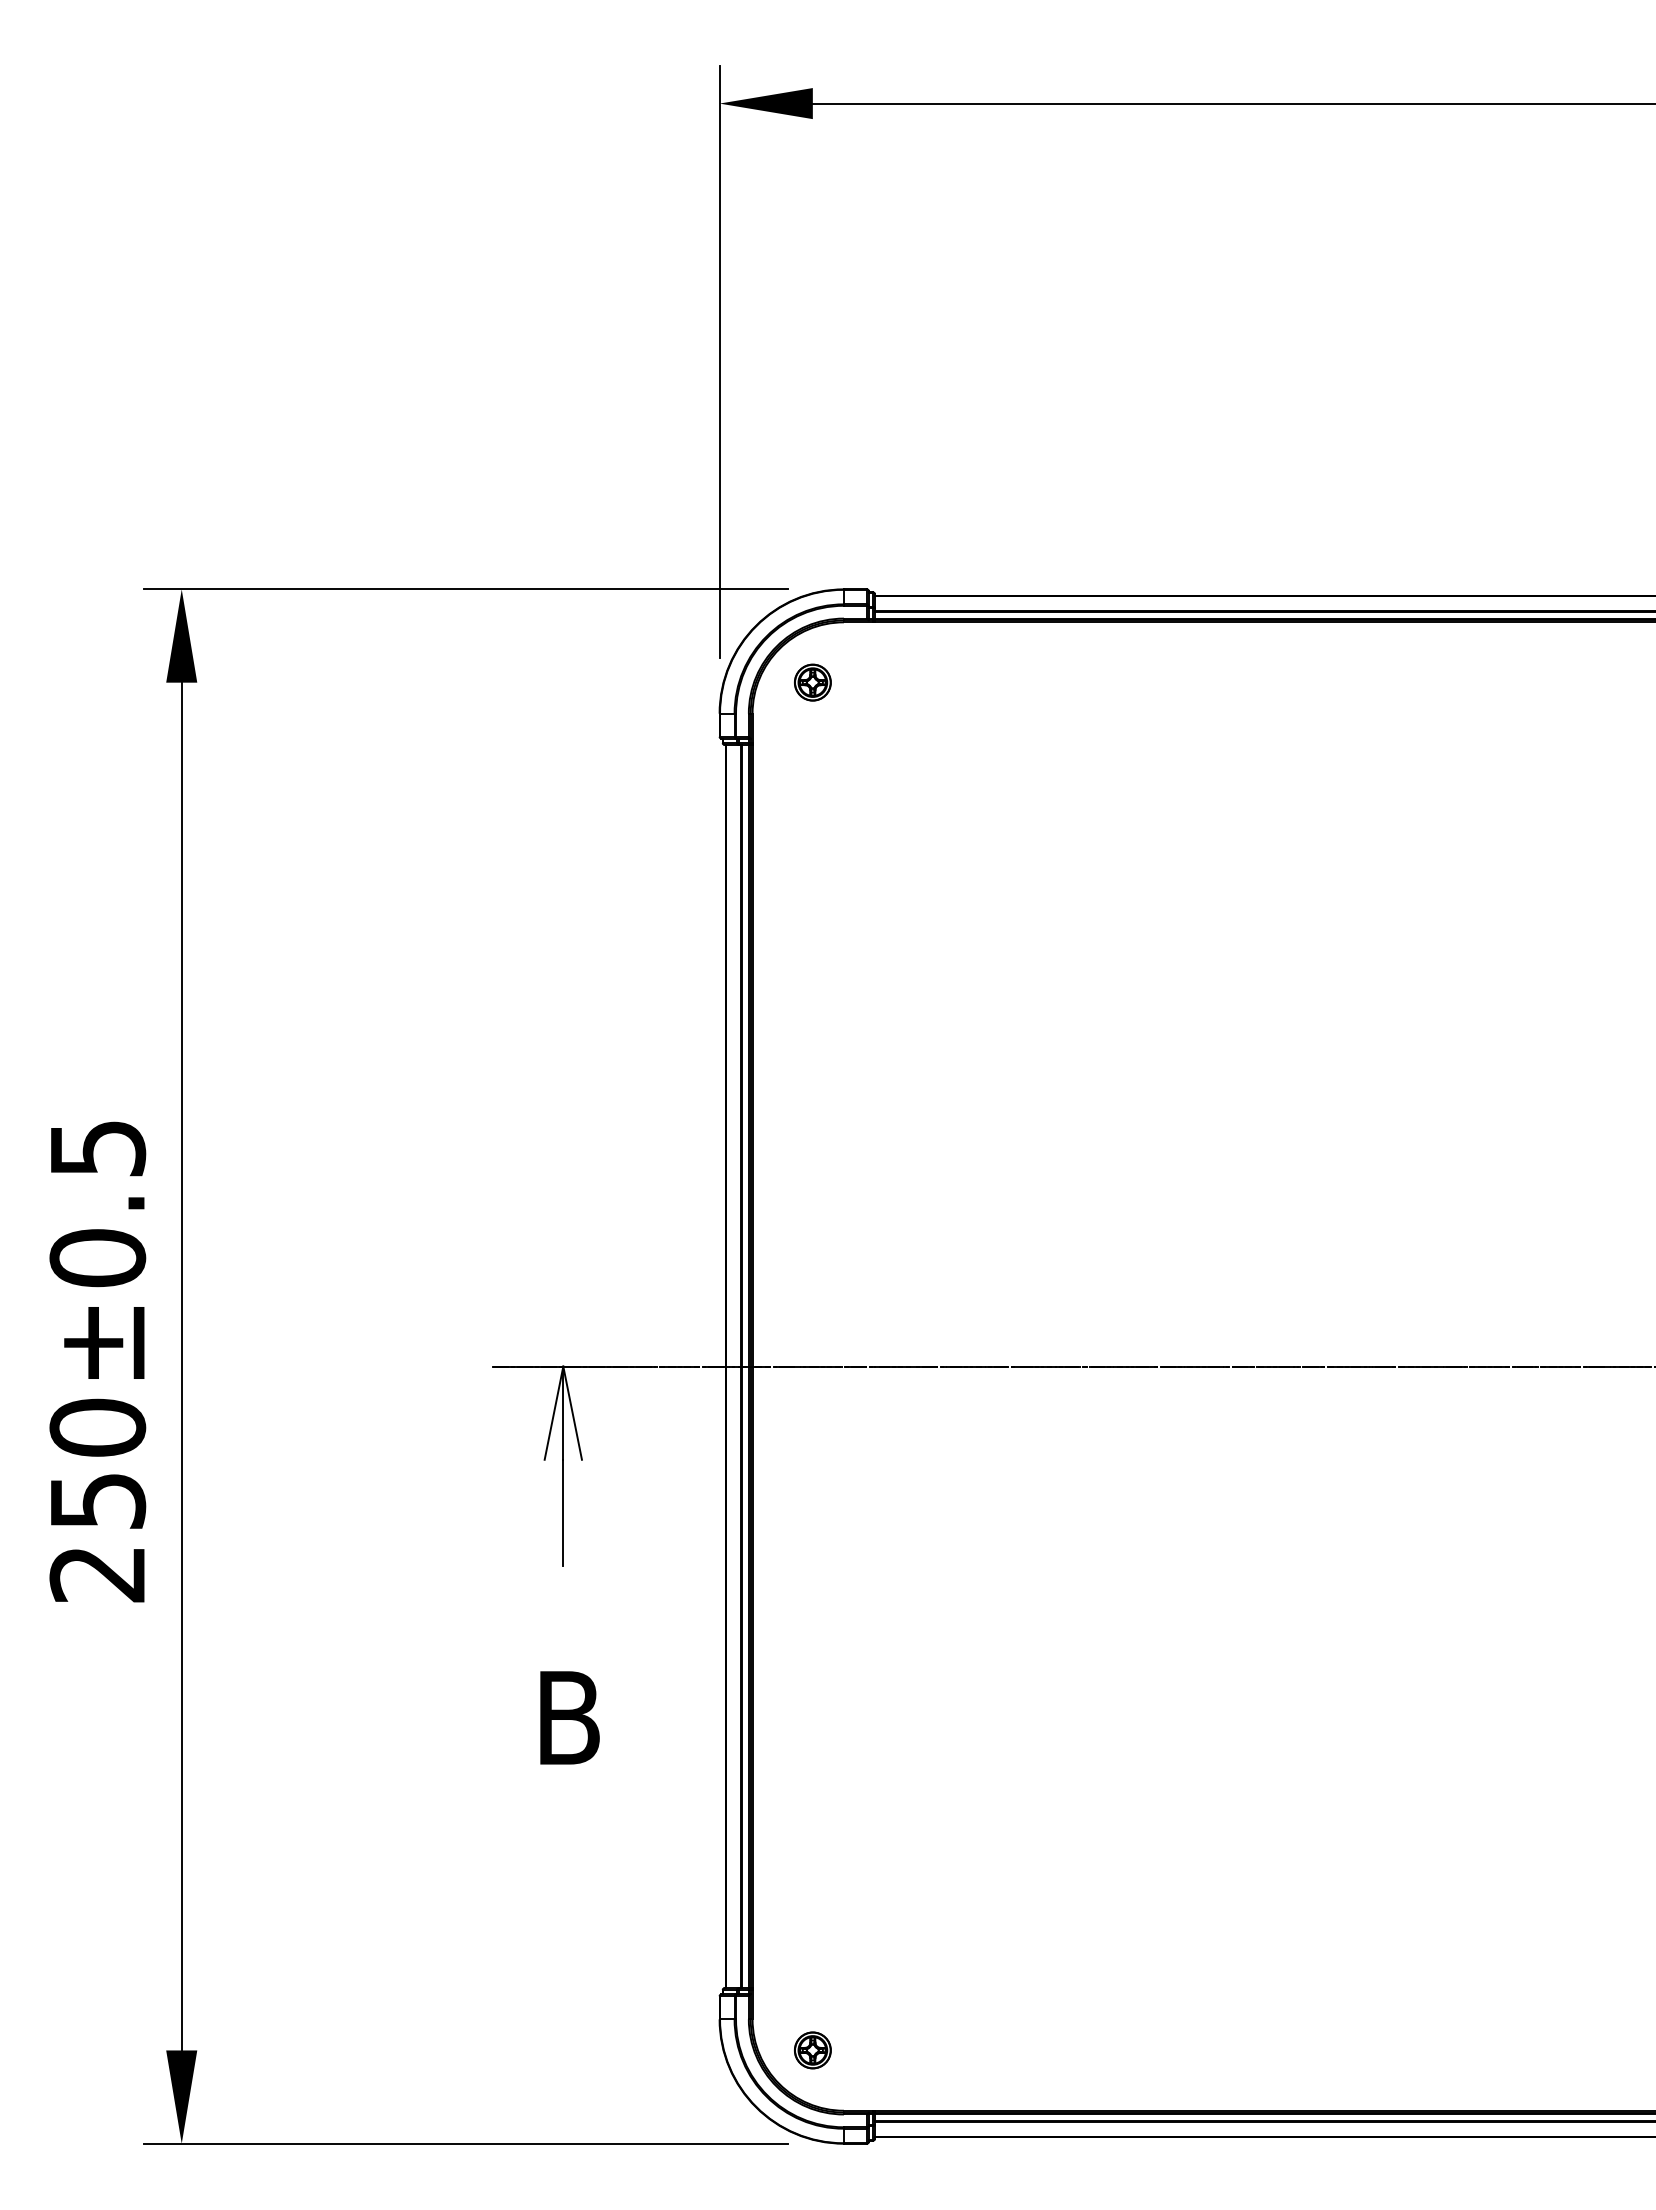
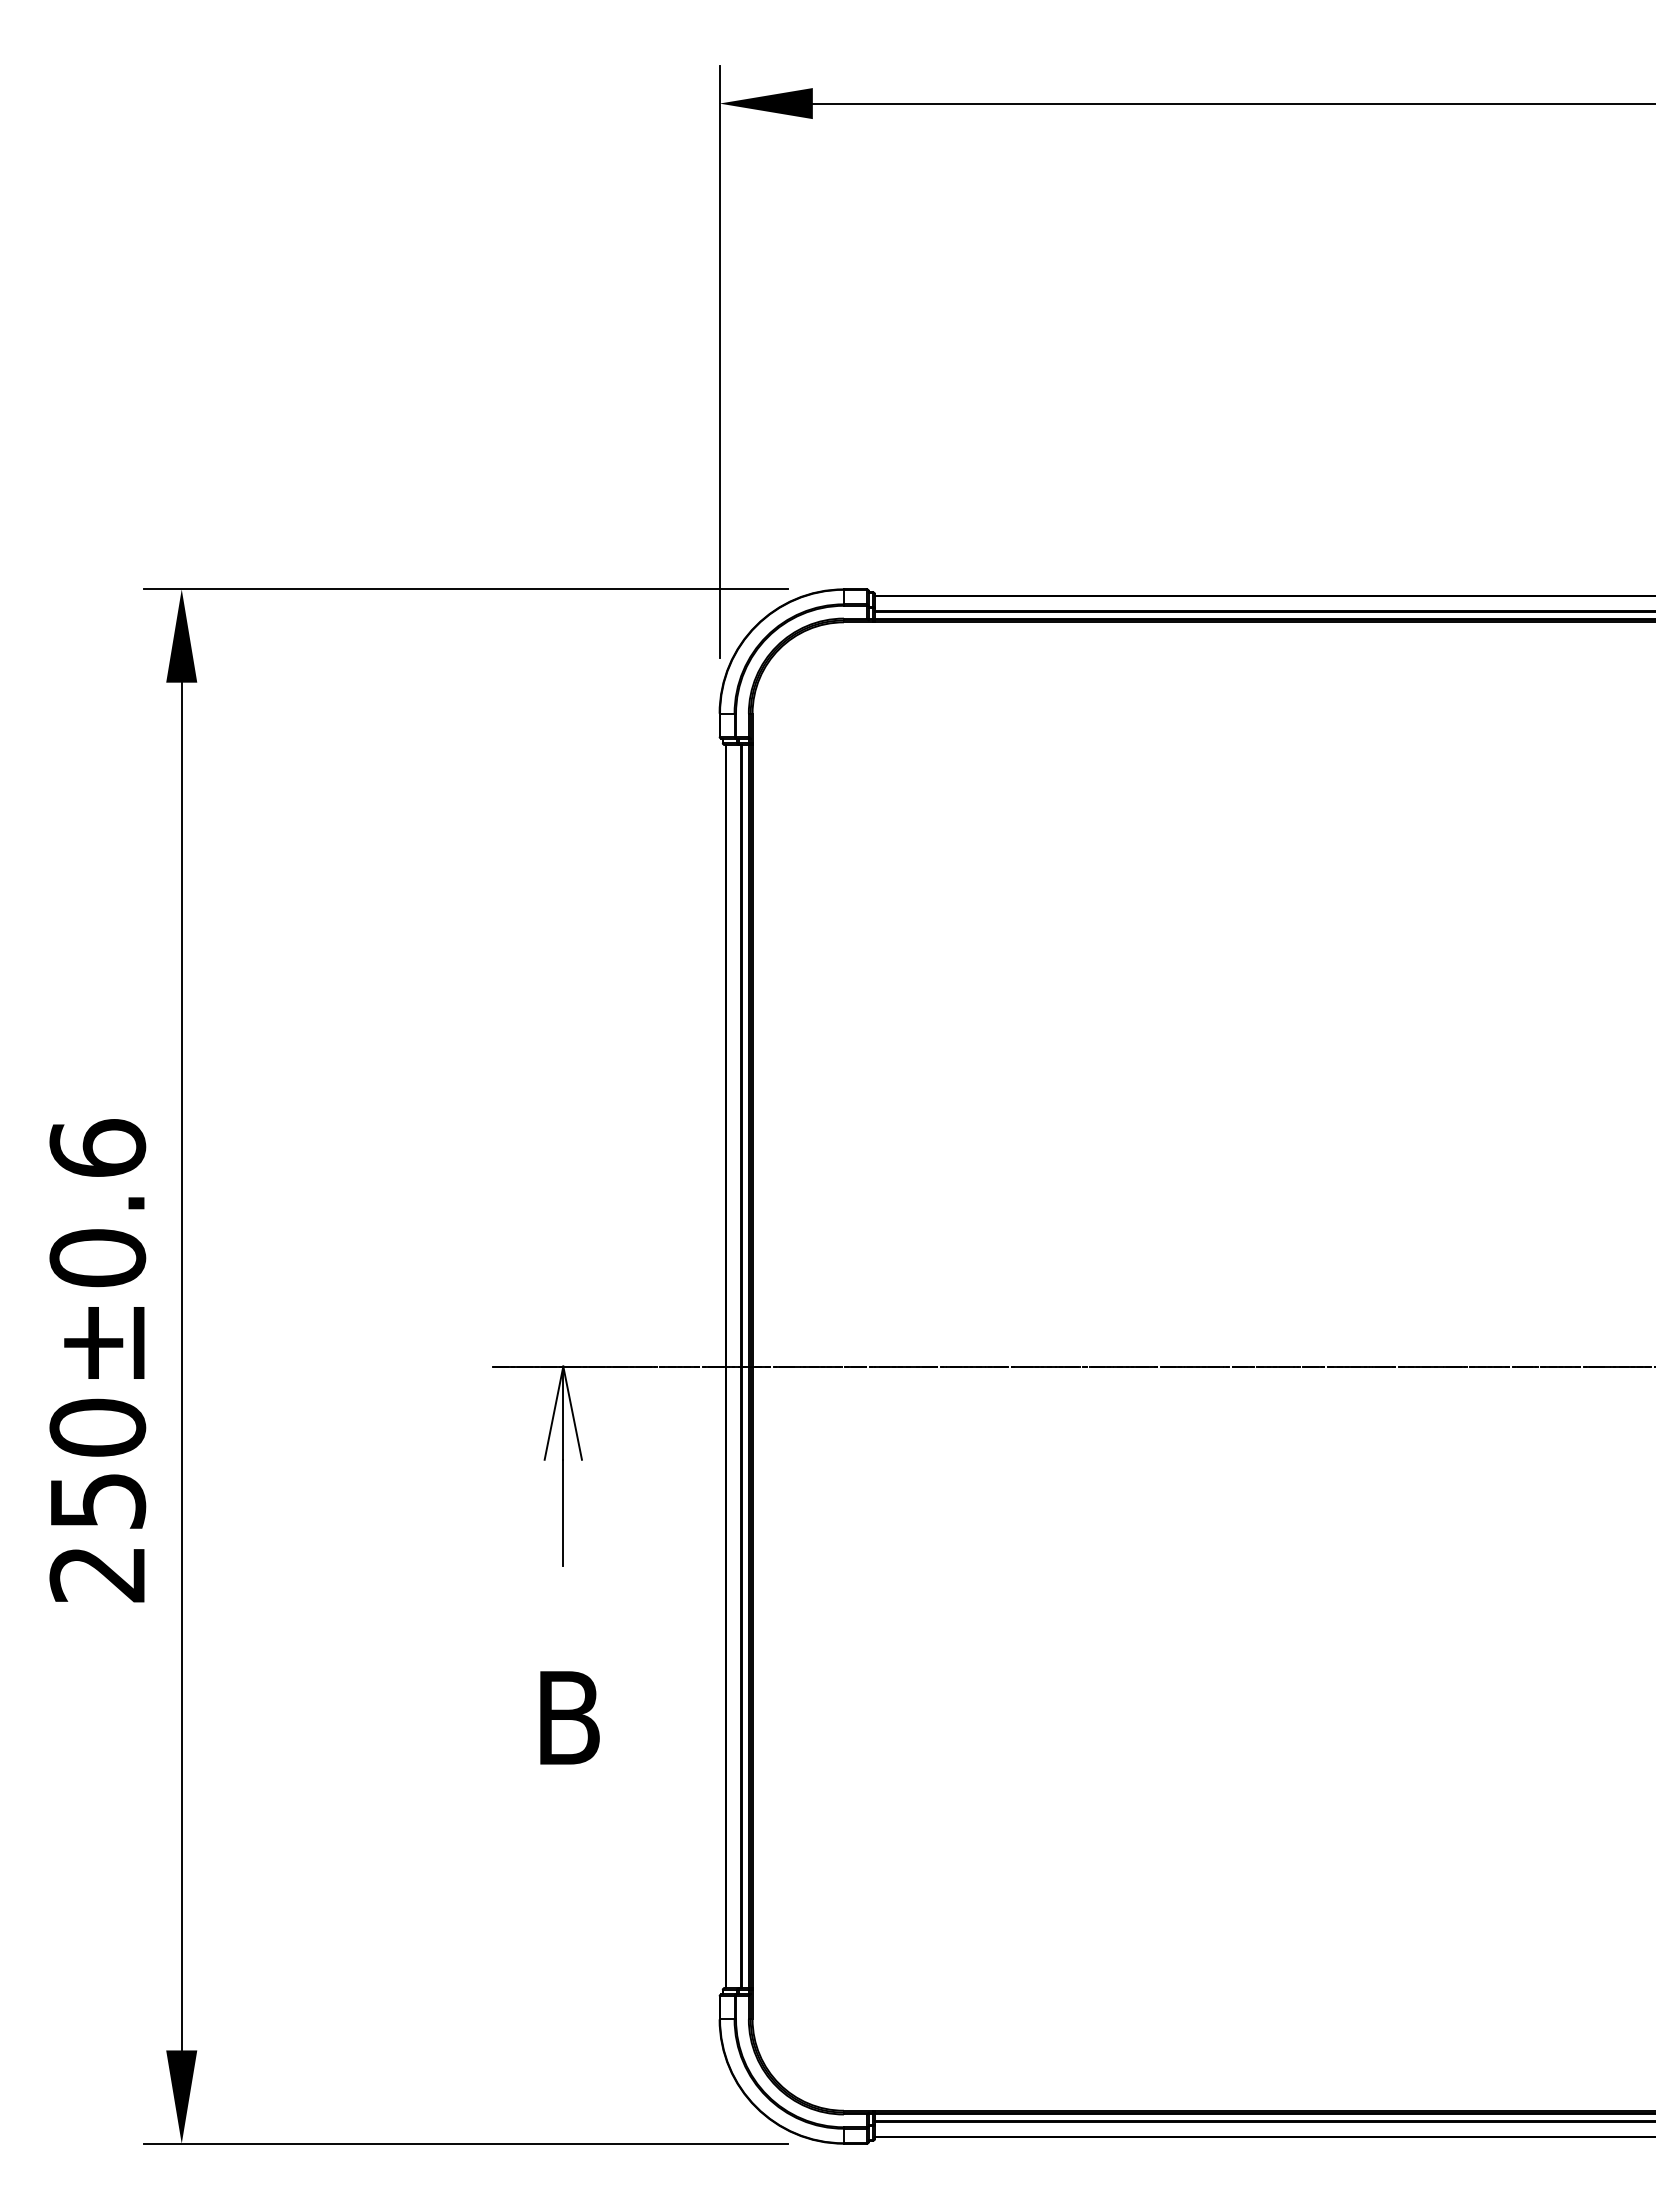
part at (812, 682): present -> none
text at (97, 1147): 250±0.5 -> 250±0.6
part at (812, 2050): present -> none
